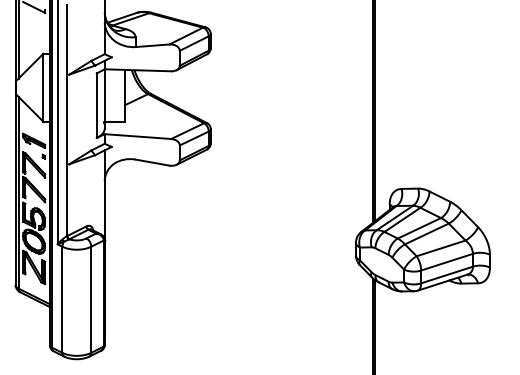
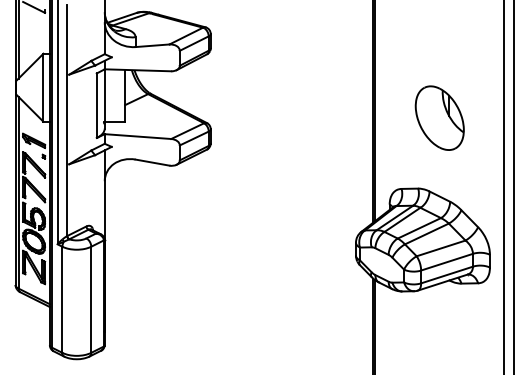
part at (439, 117): none -> present
line at (504, 186): none -> present
line at (513, 186): none -> present
